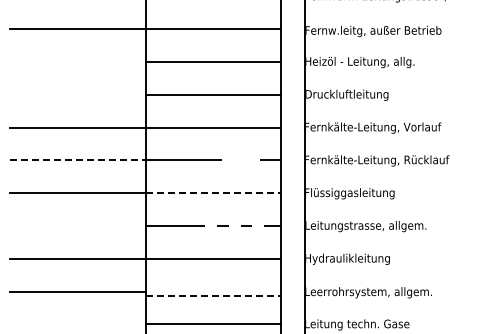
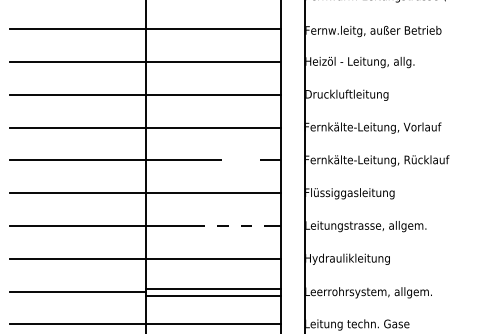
line at (77, 61): none -> present
line at (77, 94): none -> present
line at (78, 160): dashed -> solid
line at (213, 193): dashed -> solid
line at (77, 225): none -> present
line at (212, 288): none -> present
line at (213, 295): dashed -> solid
line at (77, 324): none -> present
